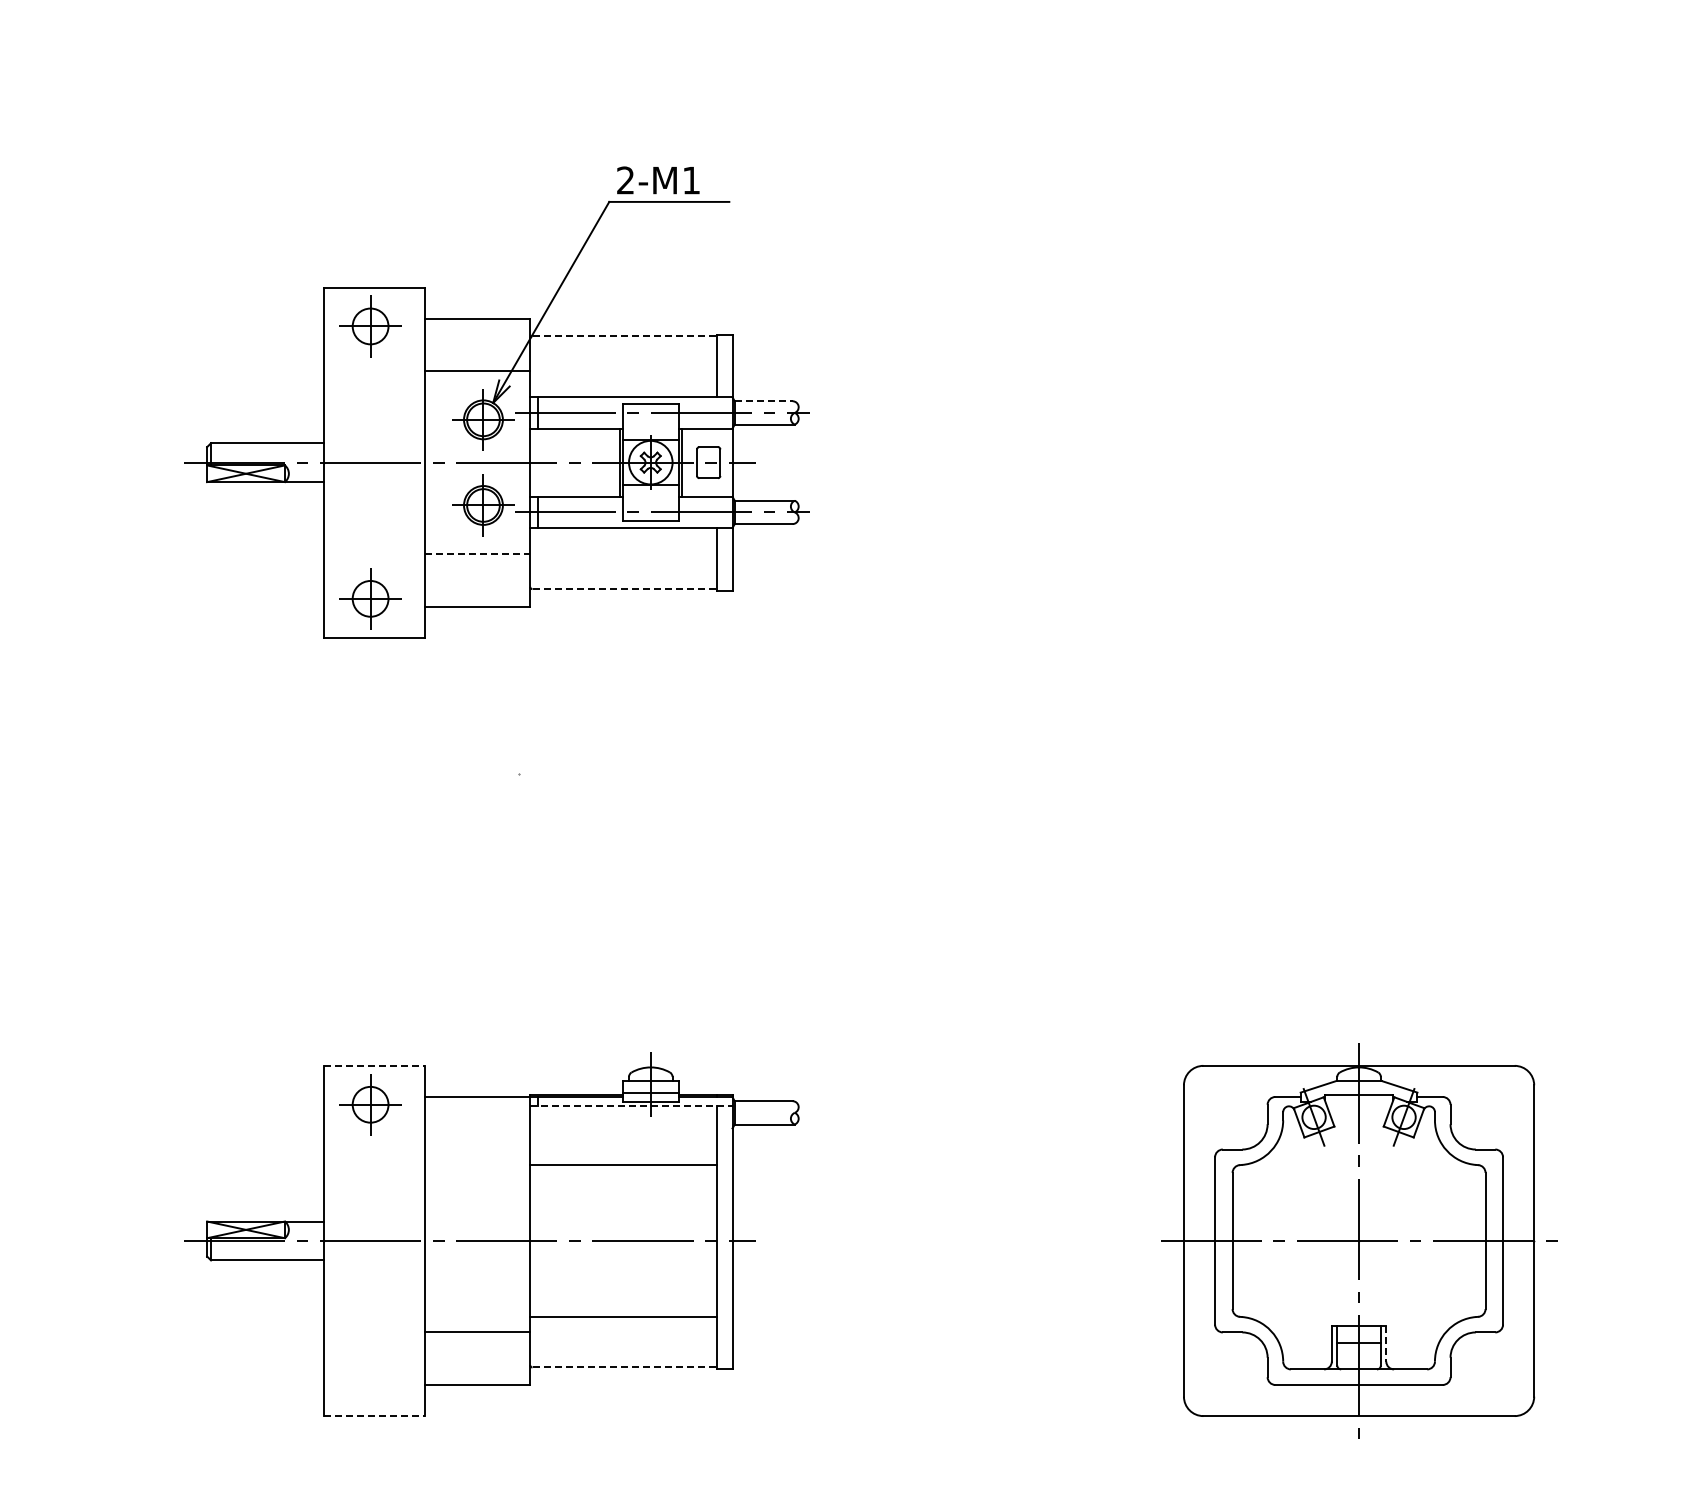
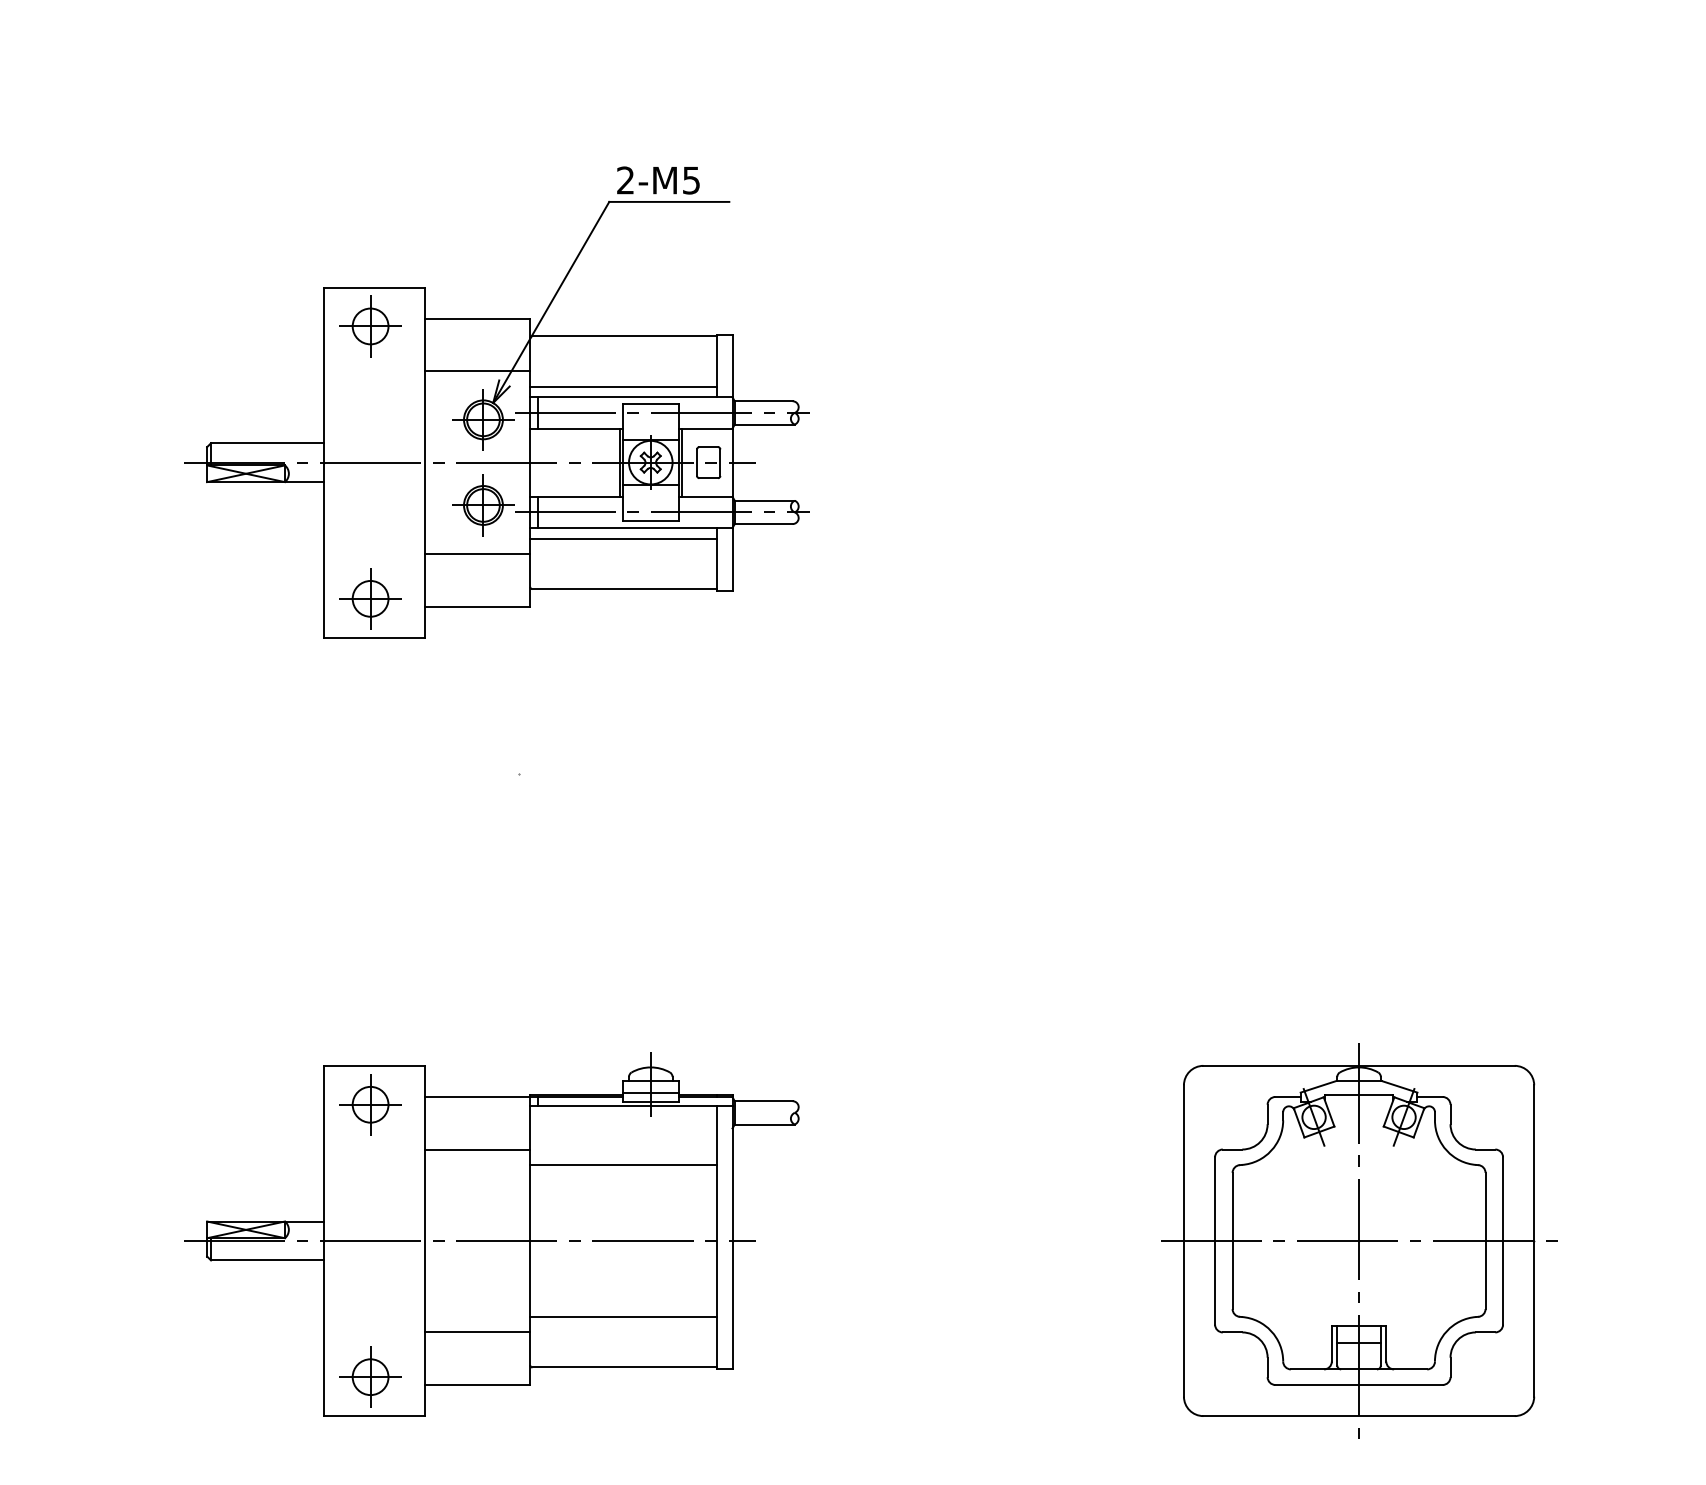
text at (691, 180): 2-M1 -> 2-M5
line at (625, 336): dashed -> solid
line at (623, 386): none -> present
line at (763, 401): dashed -> solid
line at (623, 538): none -> present
line at (477, 554): dashed -> solid
line at (625, 589): dashed -> solid
line at (374, 1065): dashed -> solid
line at (631, 1106): dashed -> solid
line at (477, 1149): none -> present
line at (1386, 1343): dashed -> solid
line at (625, 1367): dashed -> solid
part at (370, 1376): none -> present
line at (374, 1416): dashed -> solid
